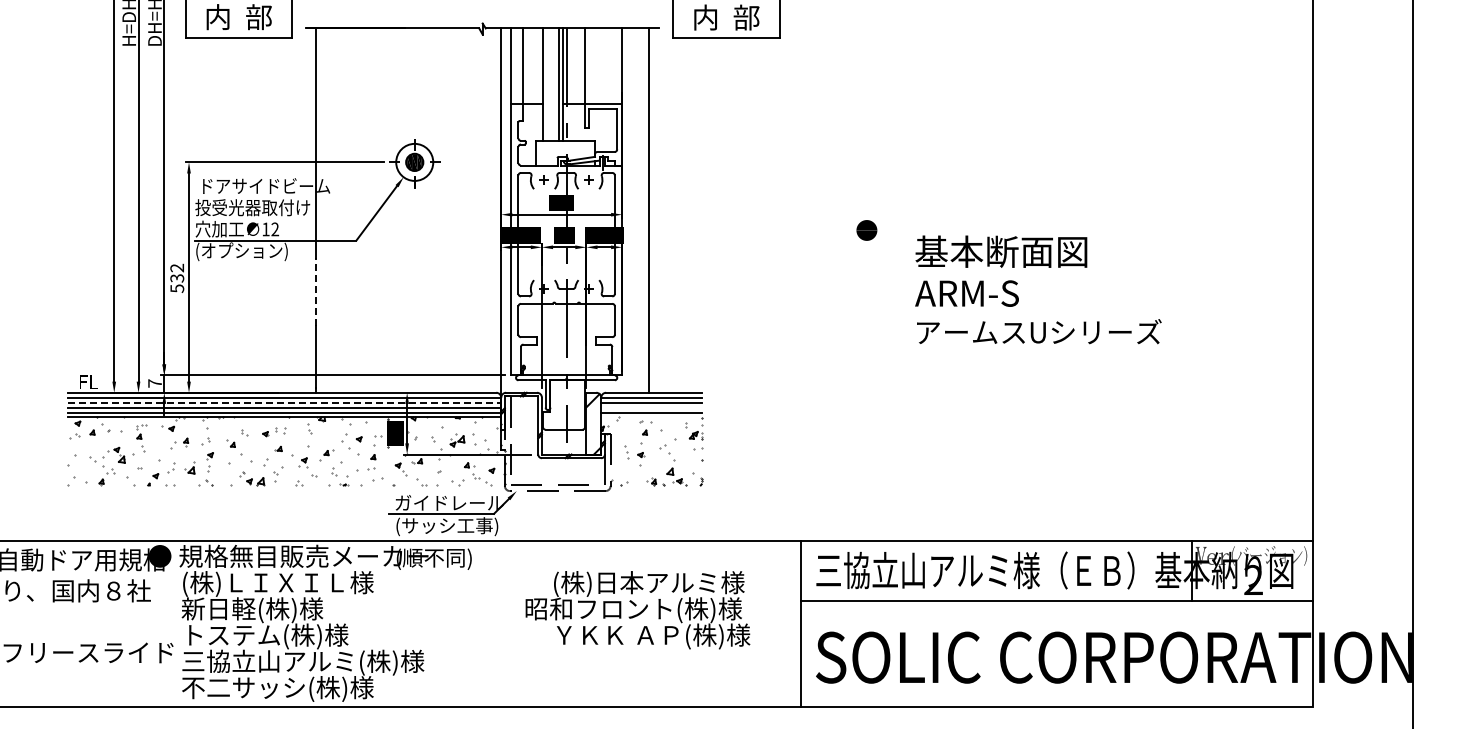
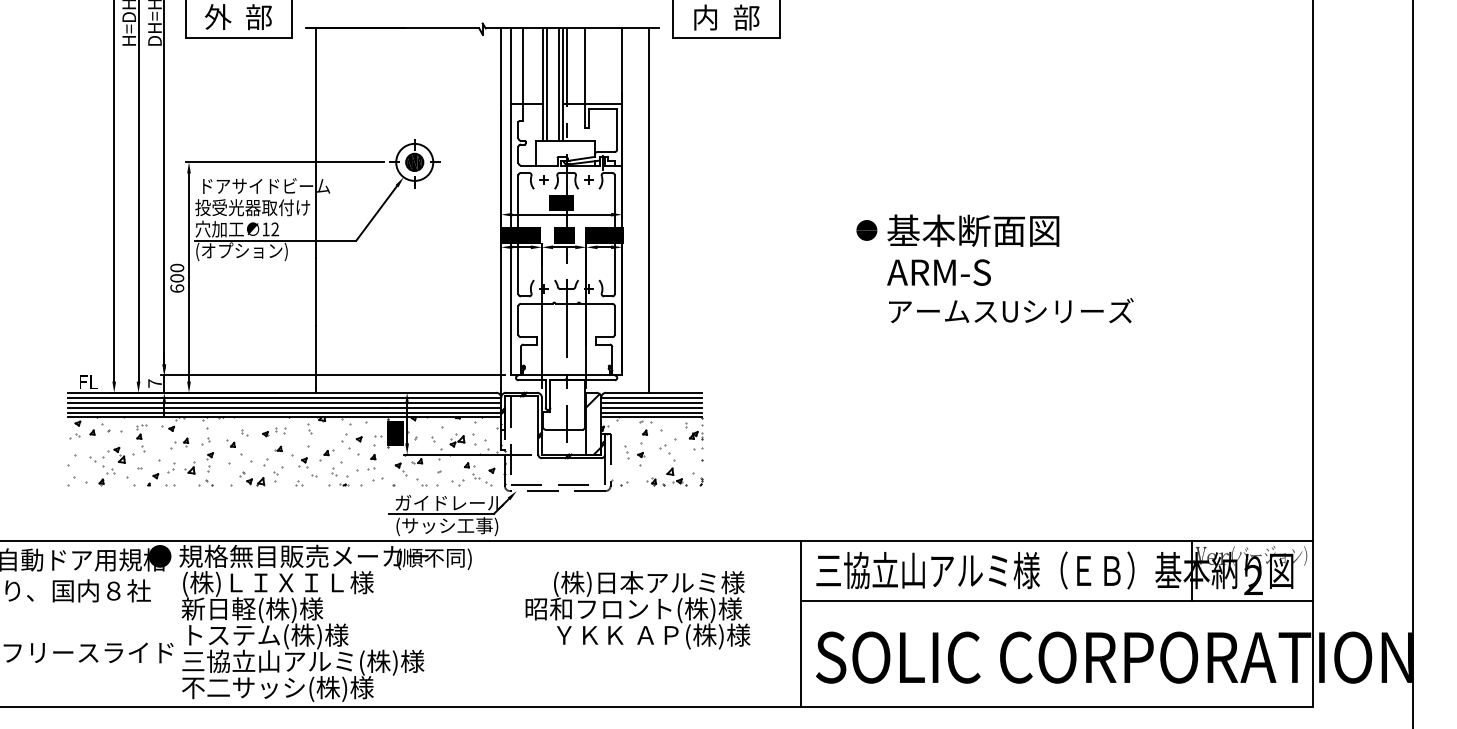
text at (217, 17): 内  部 -> 外  部
line at (546, 84): none -> present
text at (177, 277): 532 -> 600
text at (1038, 289) position: (1038, 289) -> (1010, 268)
line at (315, 291): dashed -> solid
line at (284, 402): dashed -> solid
line at (651, 407): none -> present
line at (651, 417): none -> present
